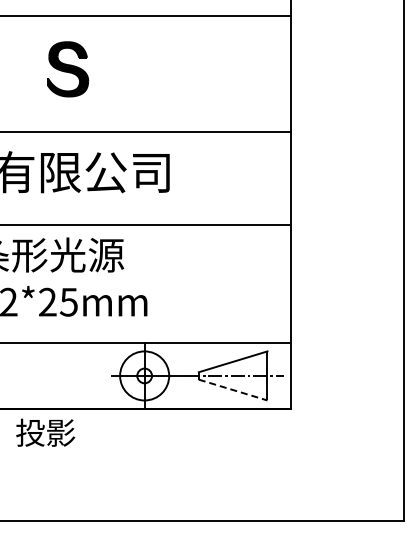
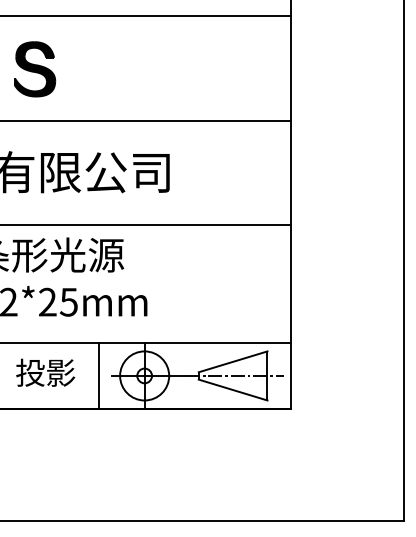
part at (68, 69) position: (68, 69) -> (35, 69)
line at (146, 131) position: (146, 131) -> (146, 120)
line at (98, 375): none -> present
line at (233, 390): dashed -> solid
text at (45, 432) position: (45, 432) -> (45, 372)
